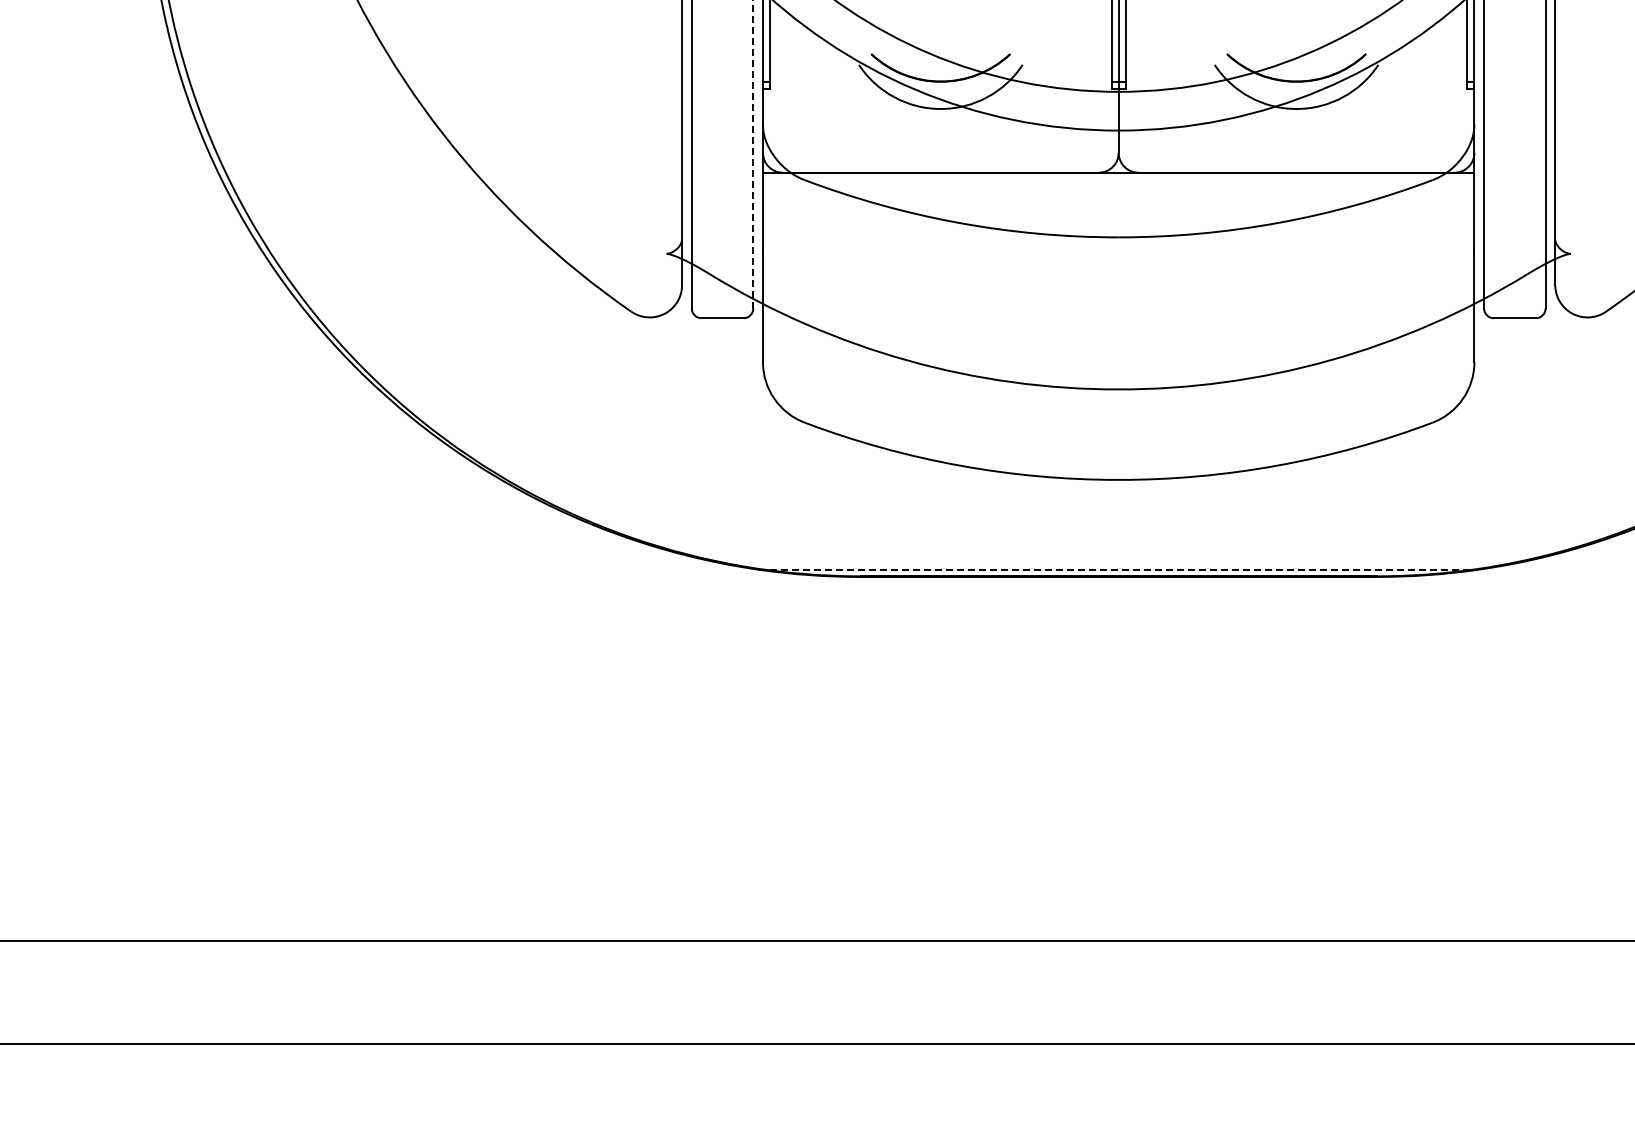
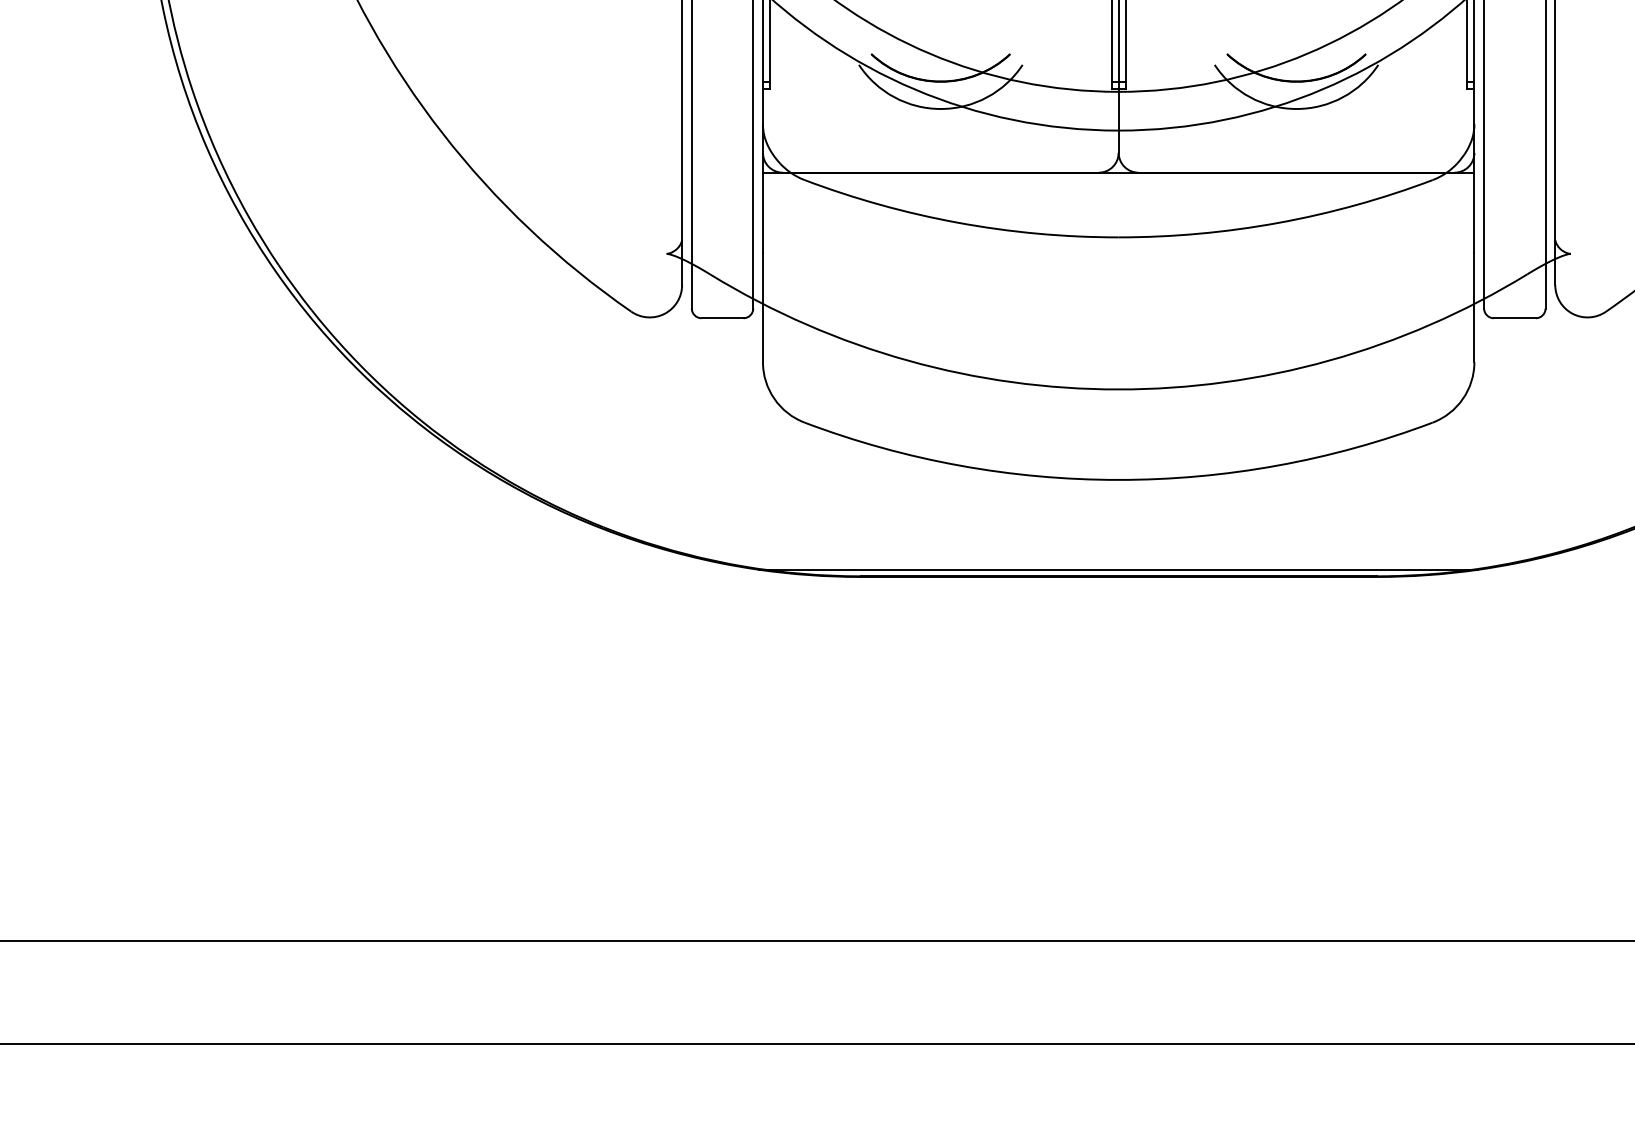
line at (753, 154): dashed -> solid
line at (1119, 569): dashed -> solid
